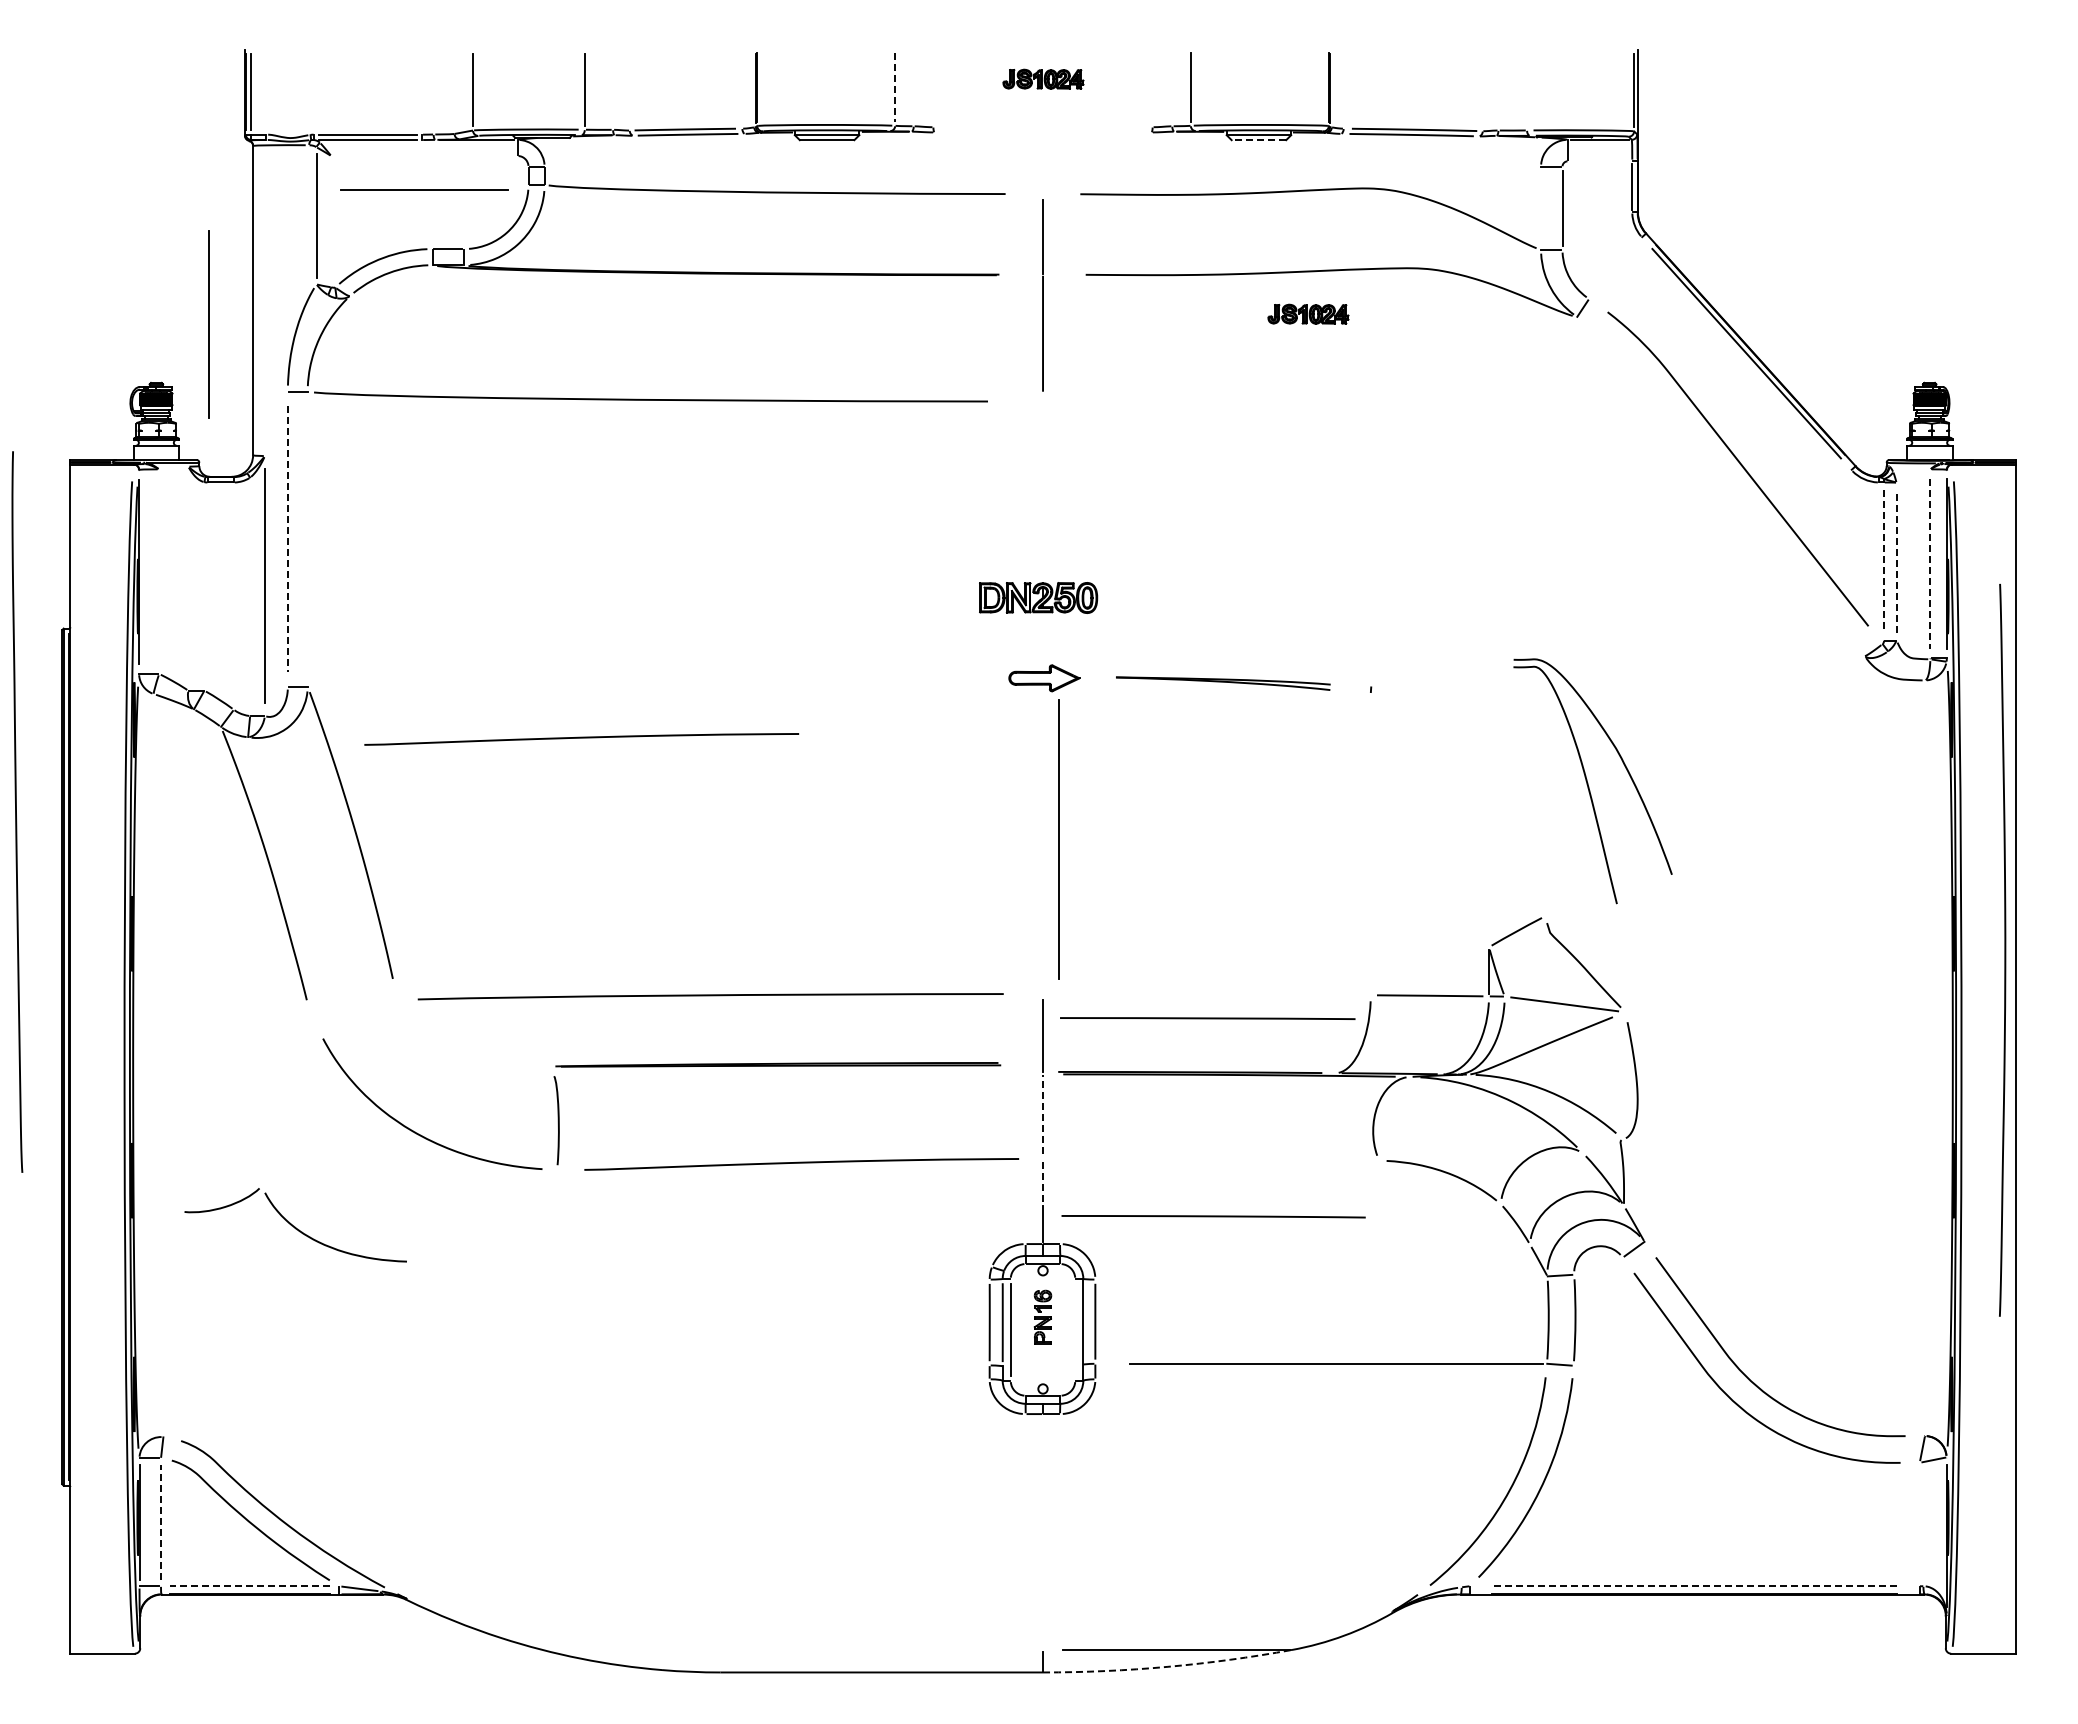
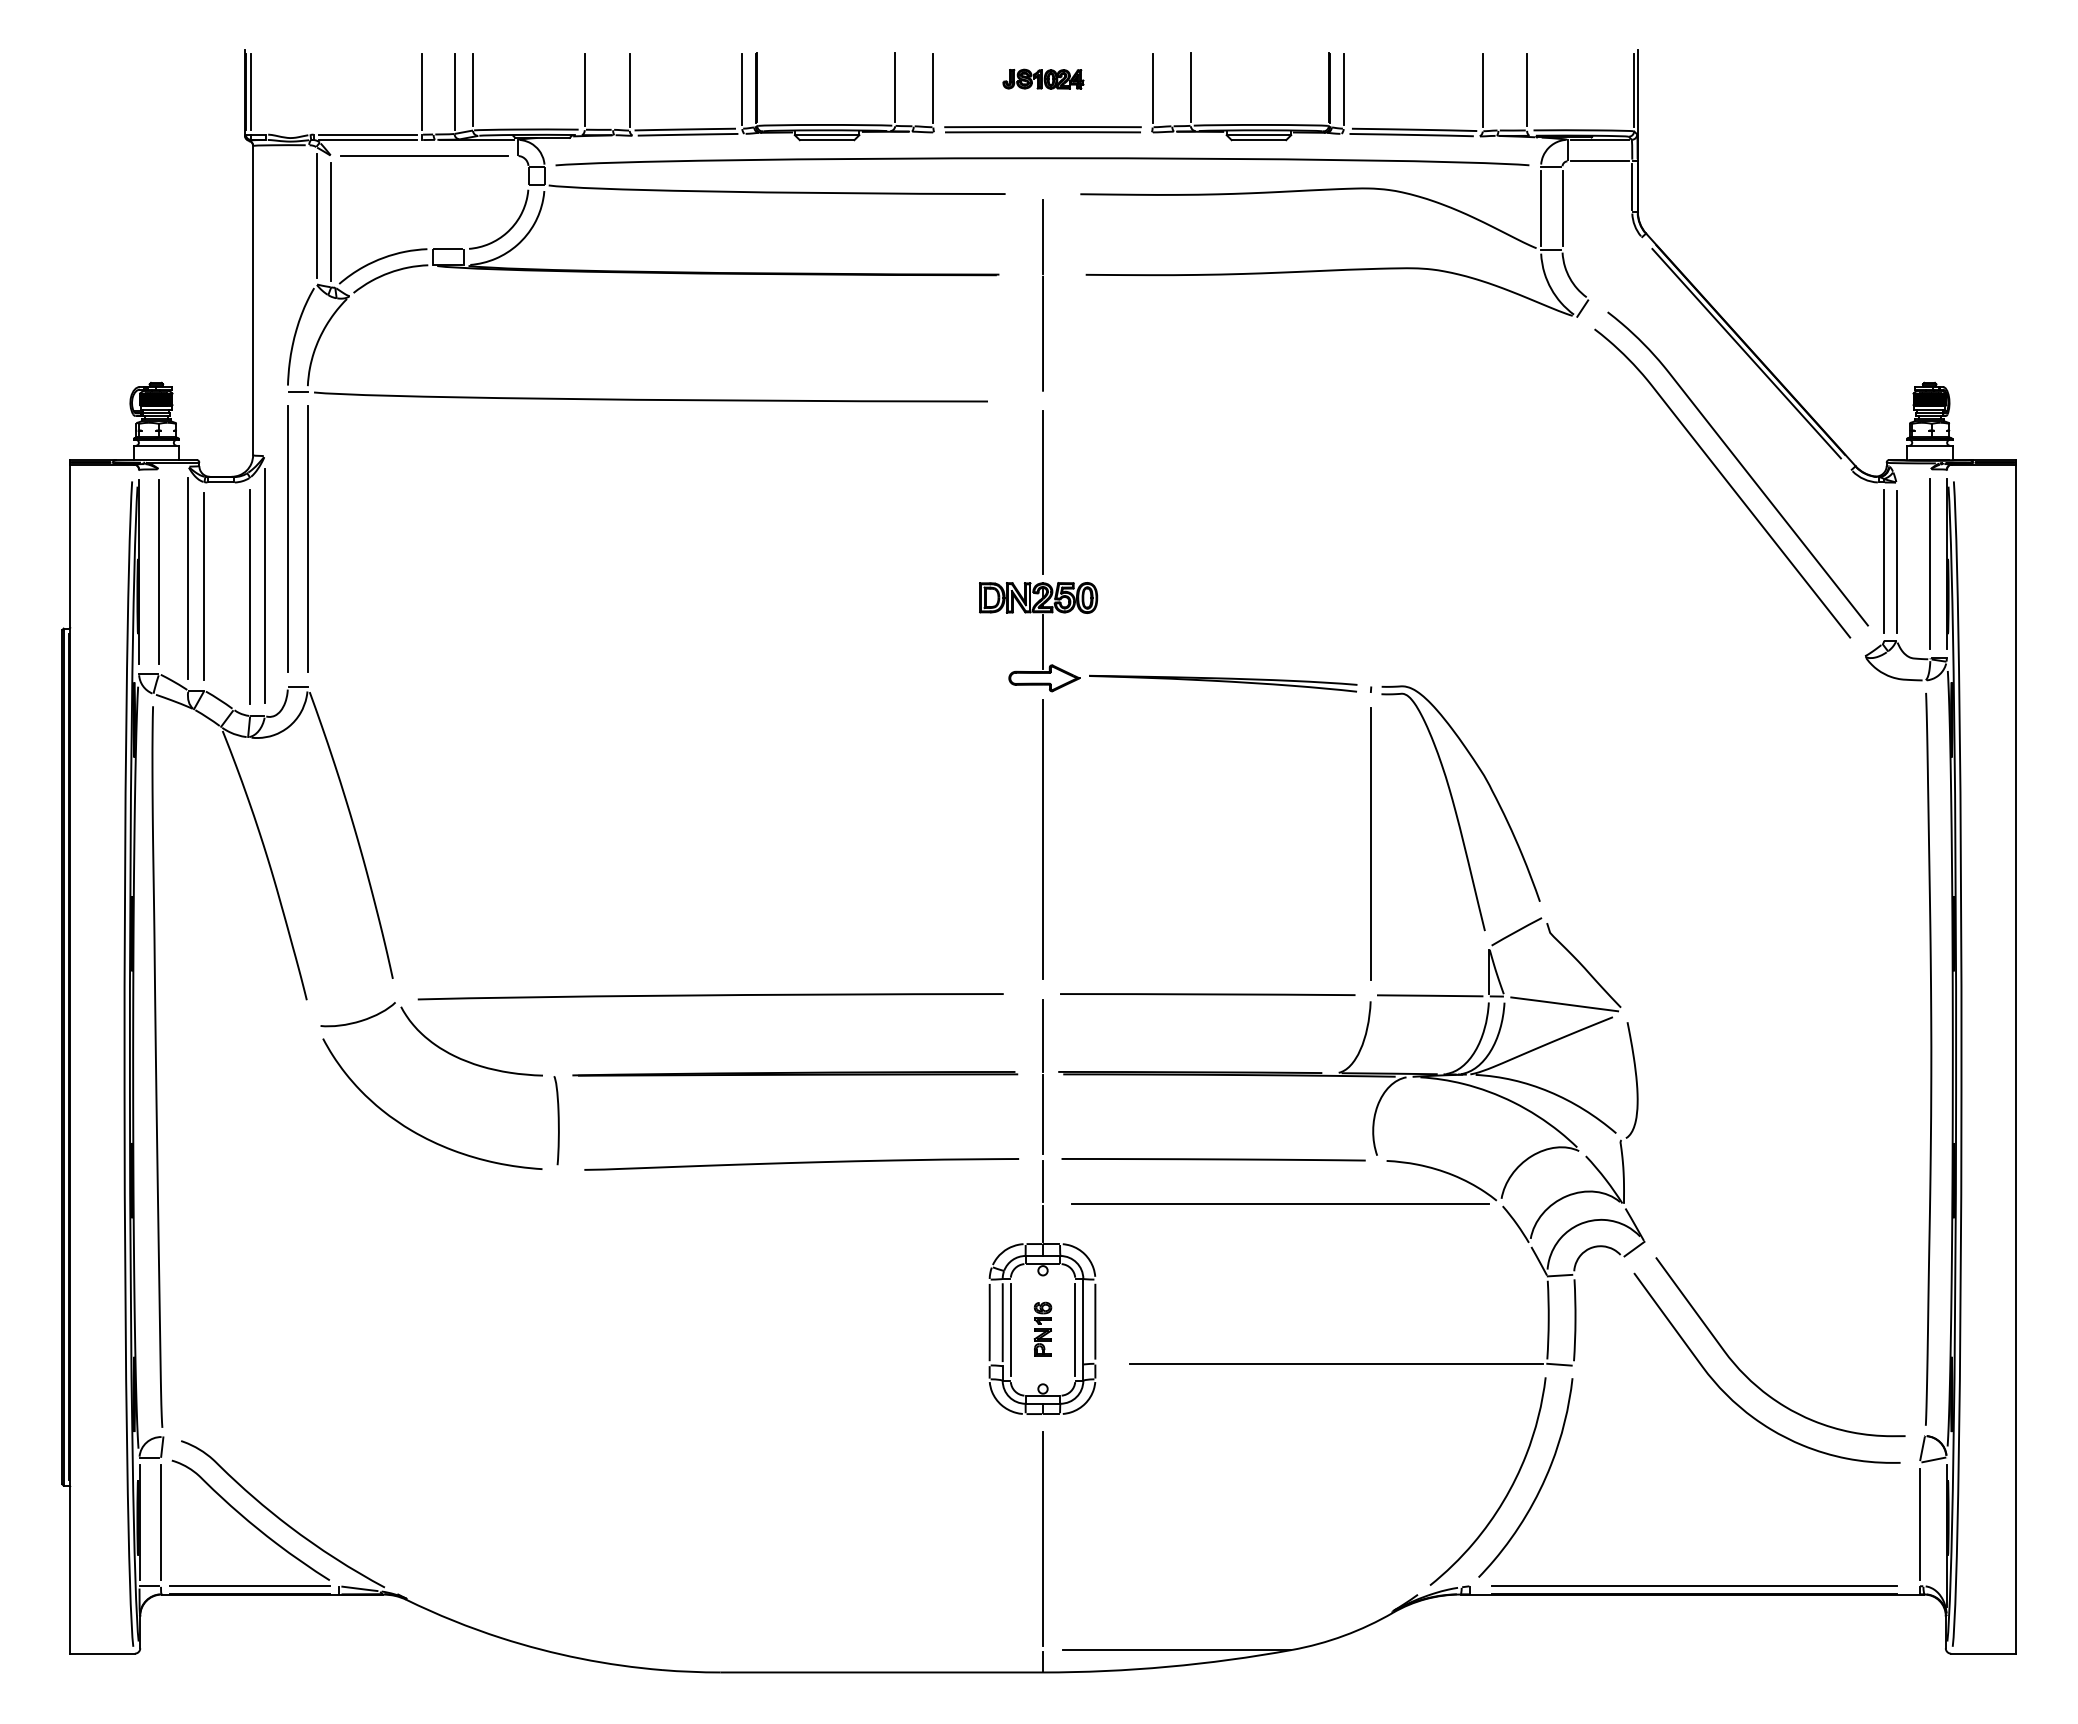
line at (742, 88): none -> present
line at (895, 88): dashed -> solid
line at (933, 88): none -> present
line at (1152, 88): none -> present
line at (1343, 88): none -> present
line at (629, 89): none -> present
line at (1527, 89): none -> present
line at (1482, 90): none -> present
line at (422, 91): none -> present
line at (454, 91): none -> present
part at (1042, 129): none -> present
line at (1258, 140): dashed -> solid
curve at (1042, 159): none -> present
line at (1600, 161): none -> present
line at (424, 189) position: (424, 189) -> (424, 155)
line at (1541, 207): none -> present
line at (331, 221): none -> present
part at (1308, 313): present -> none
line at (208, 324) position: (208, 324) -> (203, 586)
curve at (1726, 482): none -> present
line at (1043, 492): none -> present
line at (307, 538): none -> present
line at (287, 539): dashed -> solid
line at (1884, 561): dashed -> solid
line at (1896, 561): dashed -> solid
line at (1930, 564): dashed -> solid
line at (158, 571): none -> present
line at (188, 578): none -> present
line at (250, 596): none -> present
line at (1043, 642): none -> present
part at (1223, 683) size: 215x15 px -> 269x19 px
curve at (581, 738): present -> none
part at (1592, 781) position: (1592, 781) -> (1460, 808)
curve at (16, 811) position: (16, 811) -> (156, 1066)
line at (1058, 839) position: (1058, 839) -> (1042, 839)
line at (1370, 844): none -> present
curve at (2004, 949) position: (2004, 949) -> (1930, 1058)
line at (1207, 1018) position: (1207, 1018) -> (1207, 994)
part at (778, 1064) position: (778, 1064) -> (795, 1073)
line at (1043, 1114): dashed -> solid
line at (1043, 1180): dashed -> solid
line at (1280, 1204): none -> present
line at (1213, 1216) position: (1213, 1216) -> (1213, 1159)
part at (295, 1225) position: (295, 1225) -> (431, 1039)
part at (1042, 1316) position: (1042, 1316) -> (1042, 1328)
line at (1075, 1329): none -> present
line at (160, 1522): dashed -> solid
line at (1919, 1524): none -> present
line at (1043, 1538): none -> present
line at (249, 1586): dashed -> solid
line at (1694, 1586): dashed -> solid
arc at (1167, 1666): dashed -> solid
